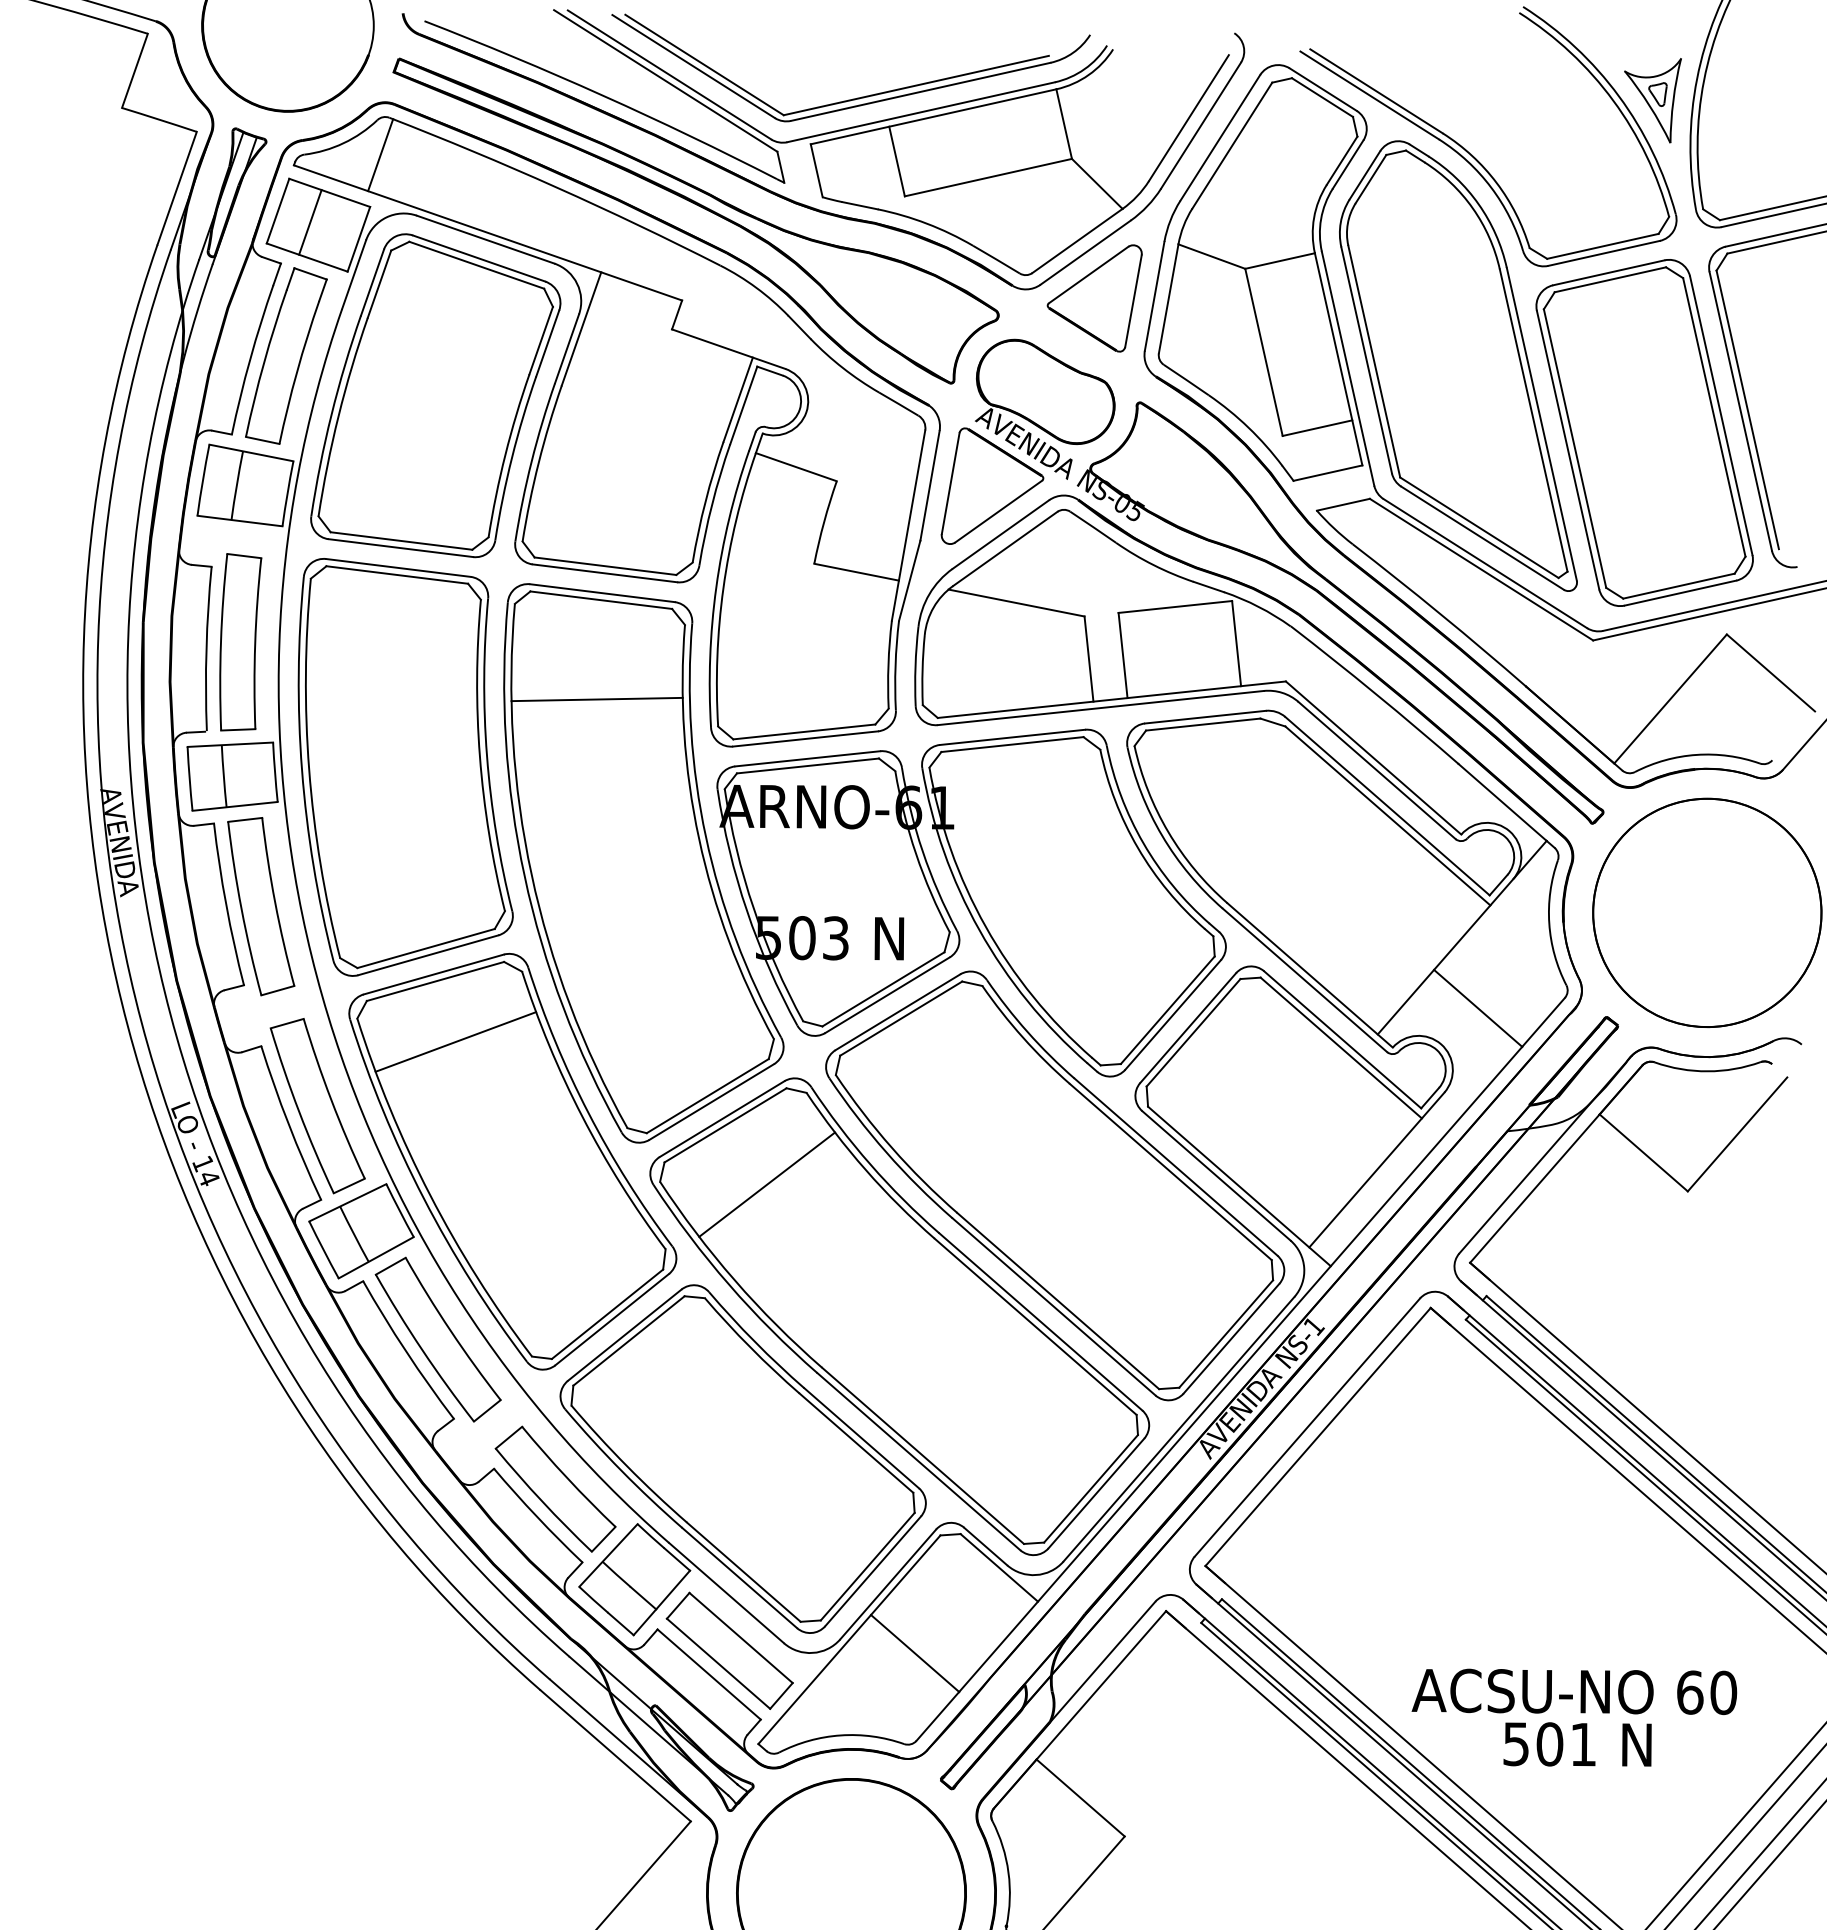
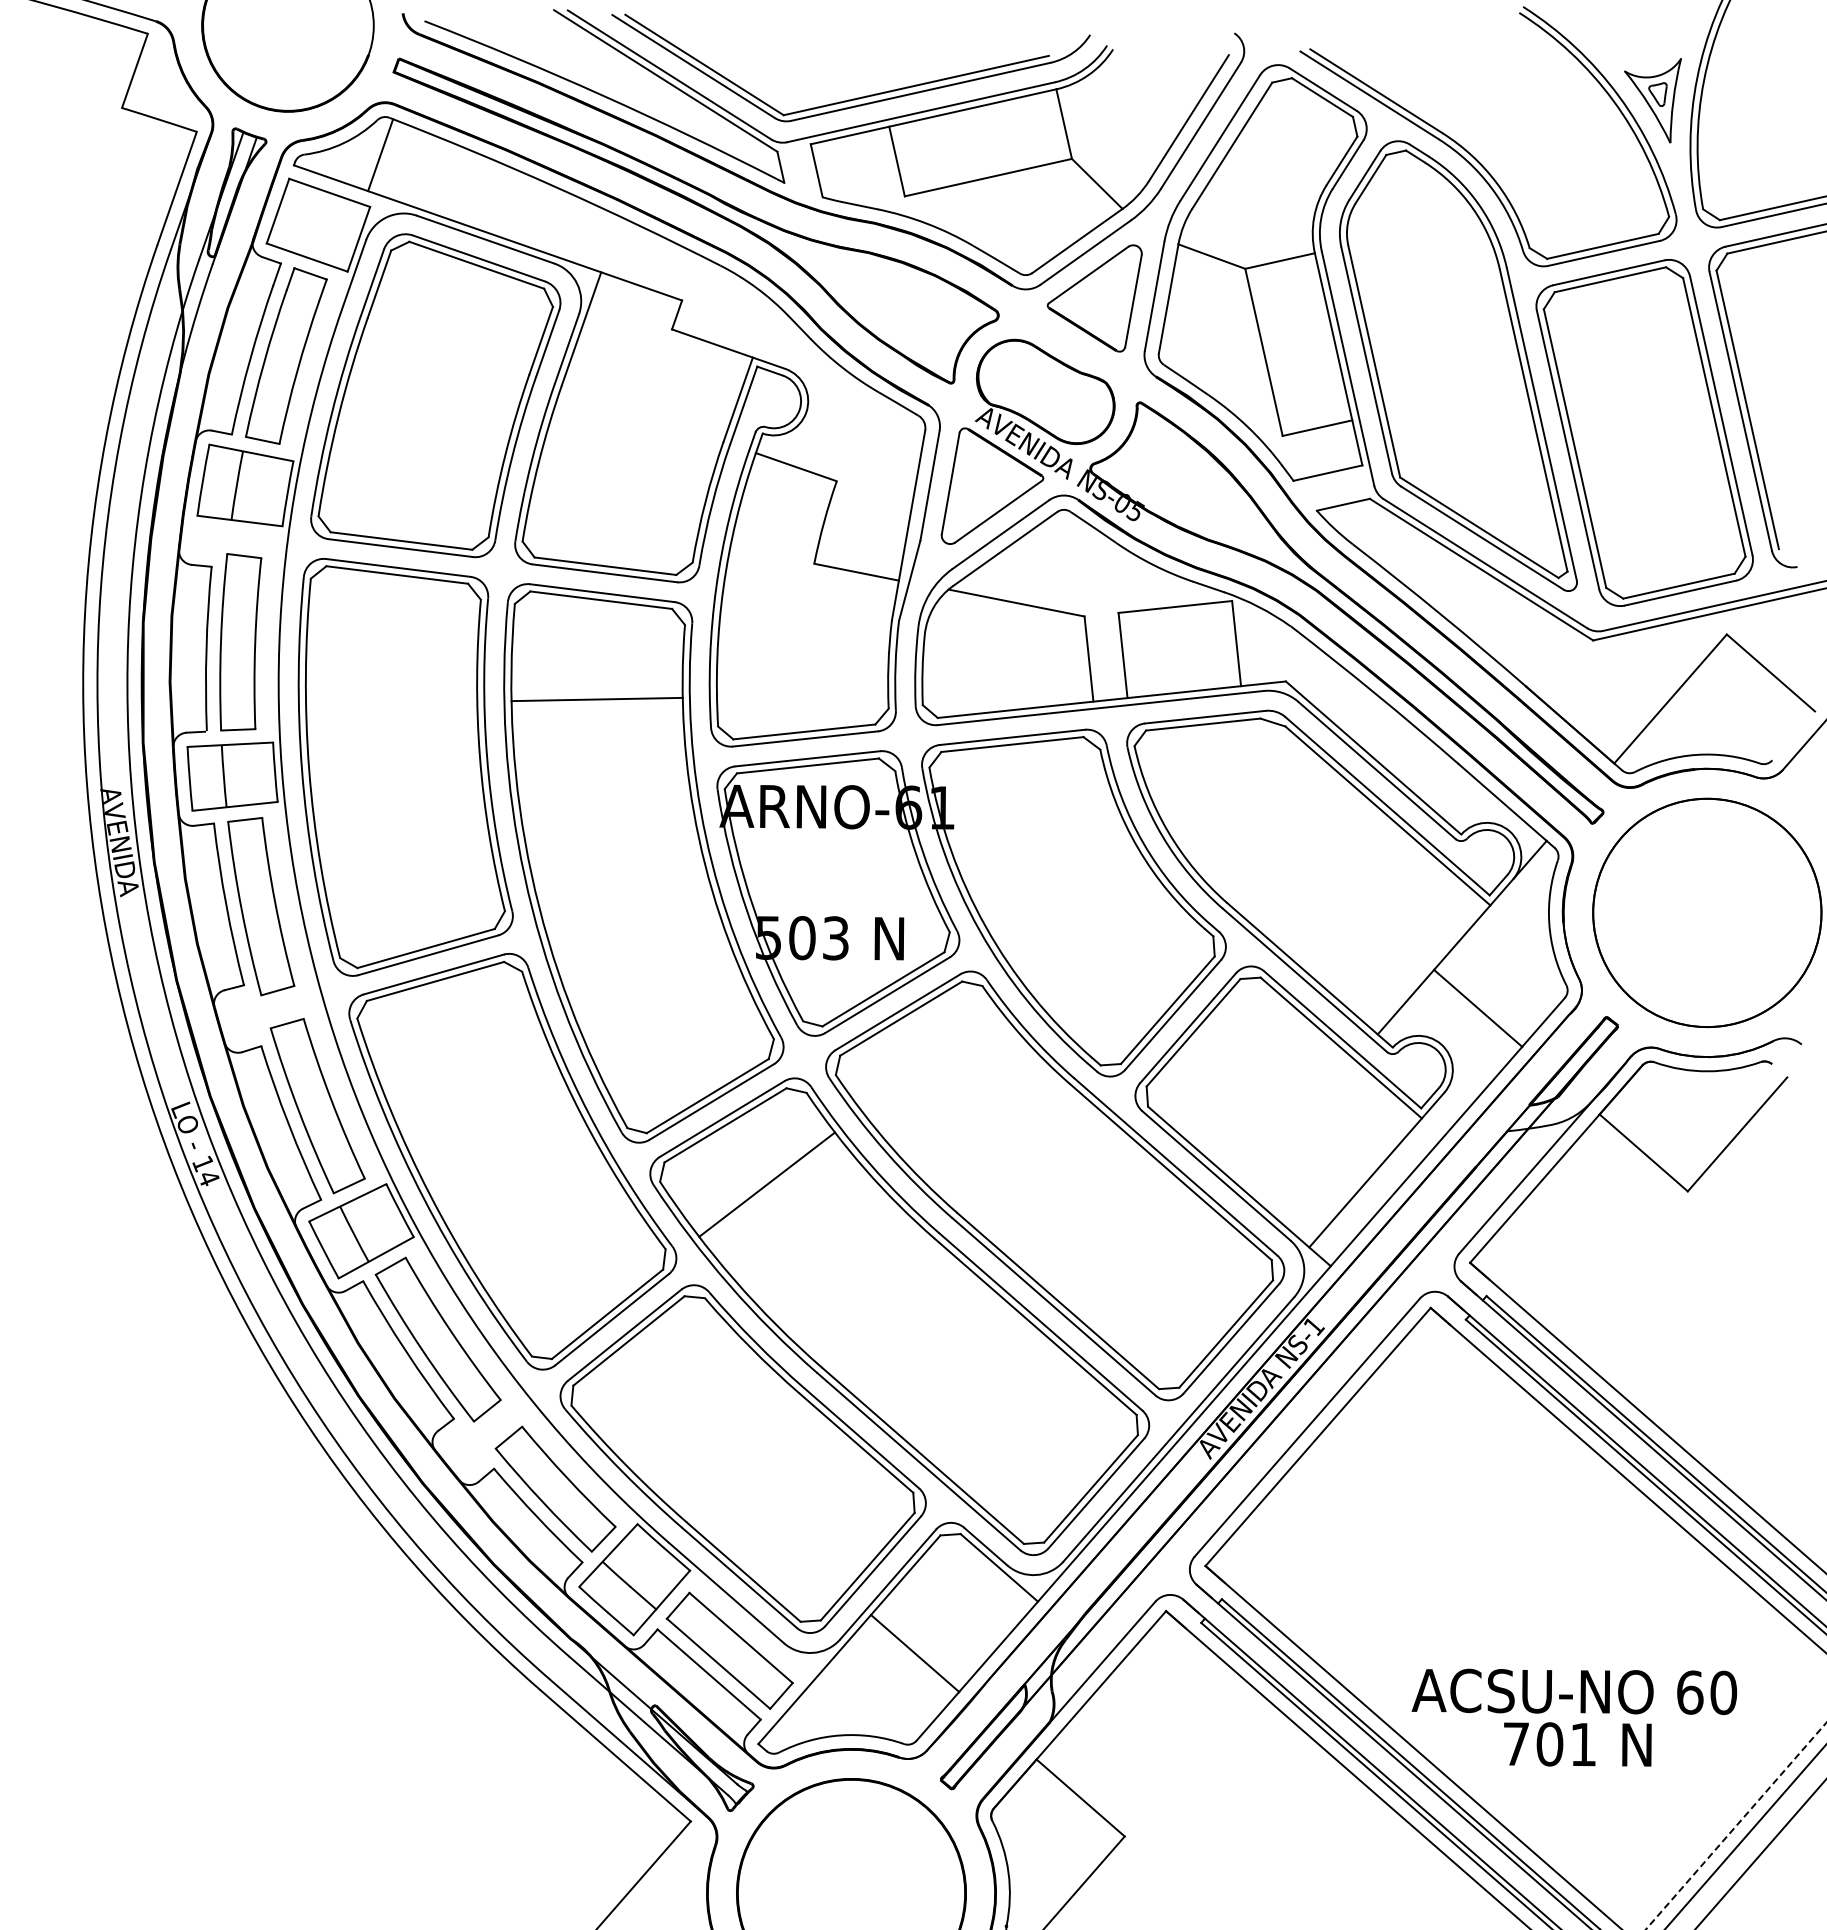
line at (310, 222): present -> none
line at (455, 1041): present -> none
text at (1515, 1744): 501 -> 701
line at (1736, 1825): solid -> dashed
line at (1769, 1864): present -> none
